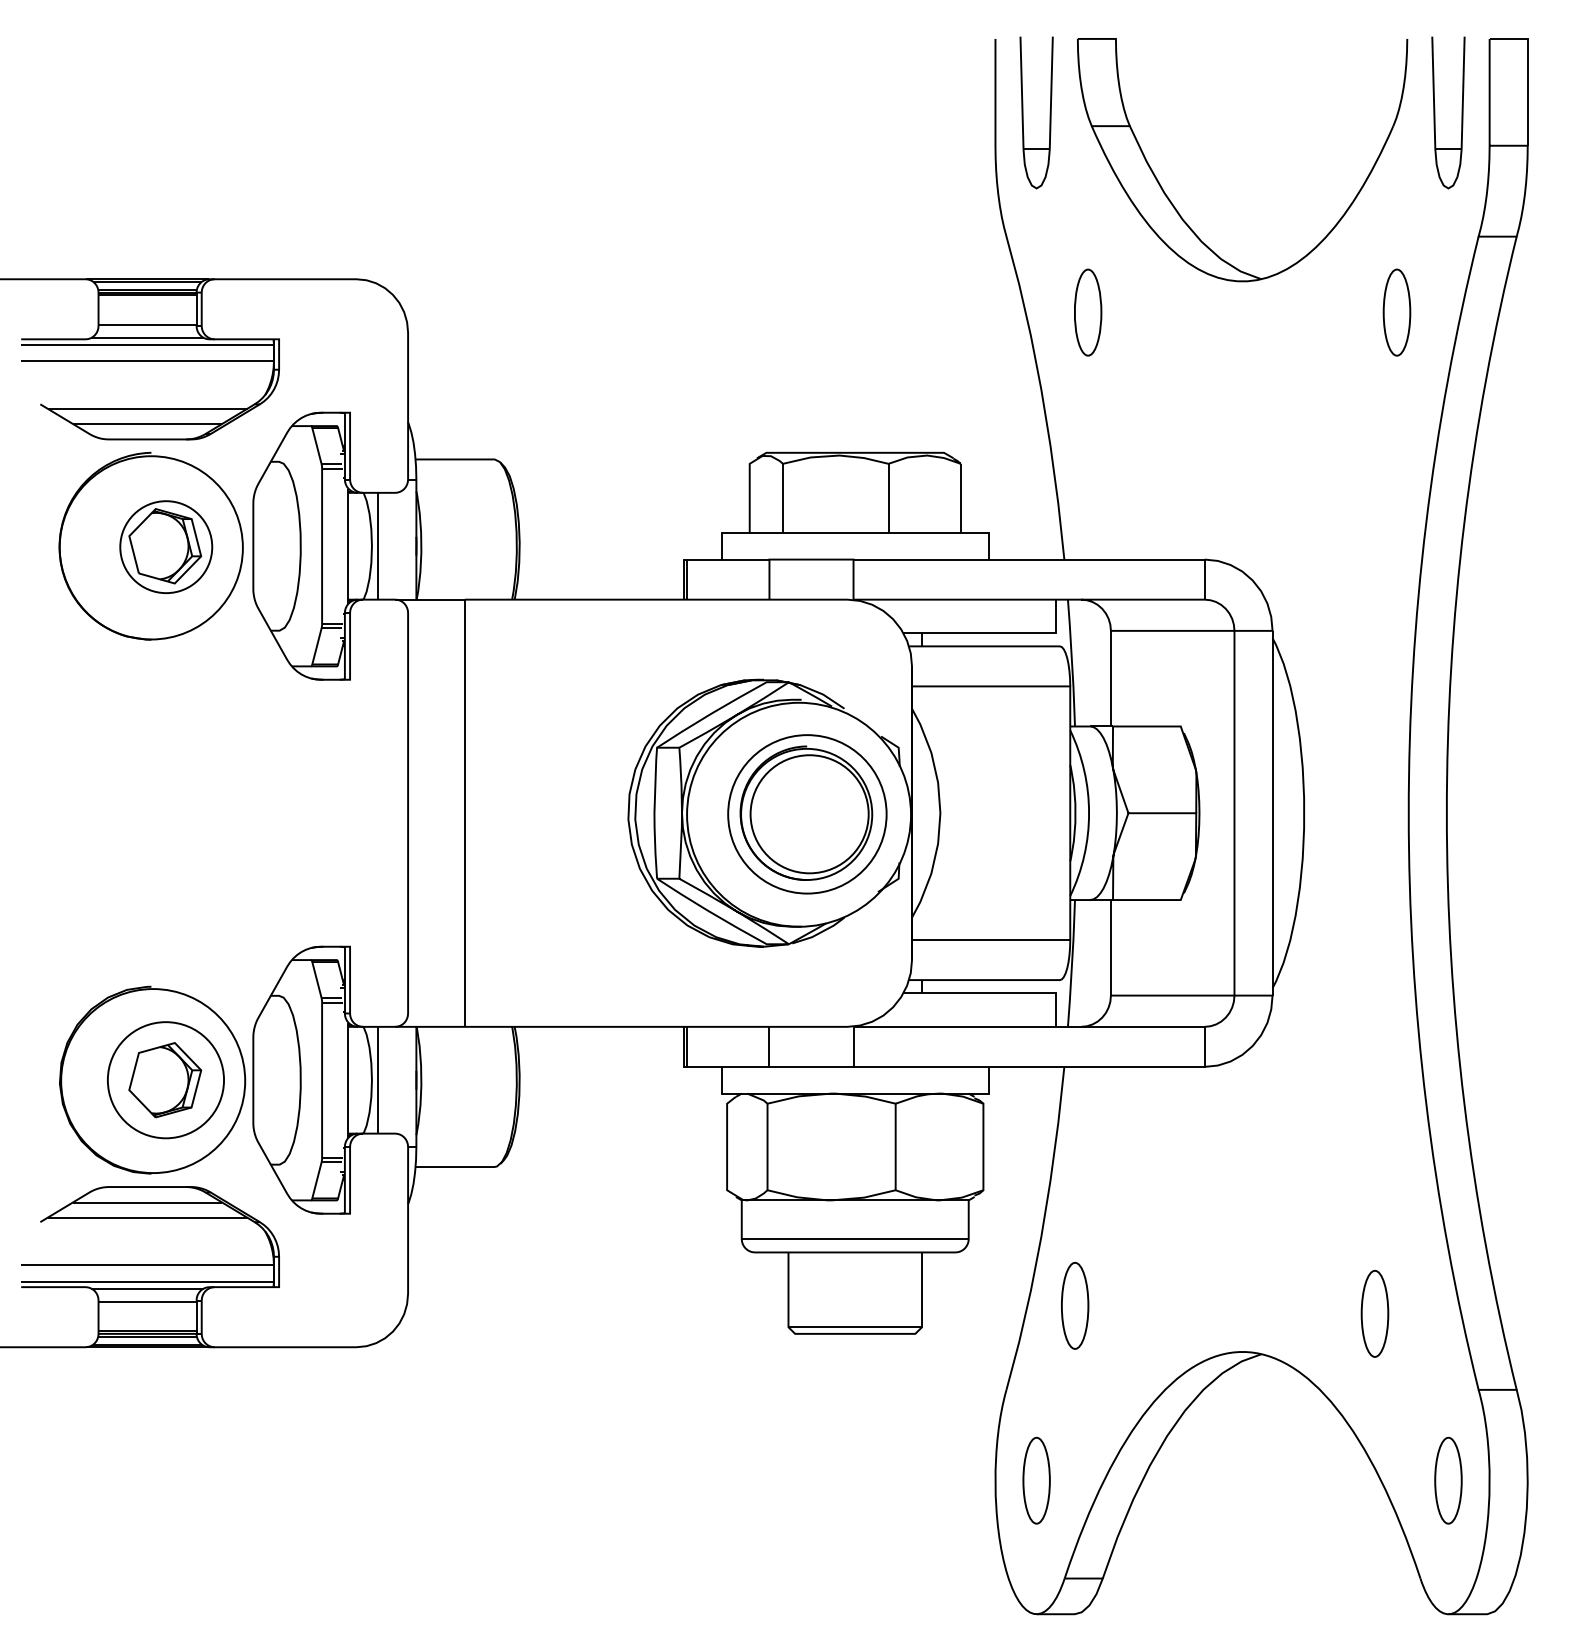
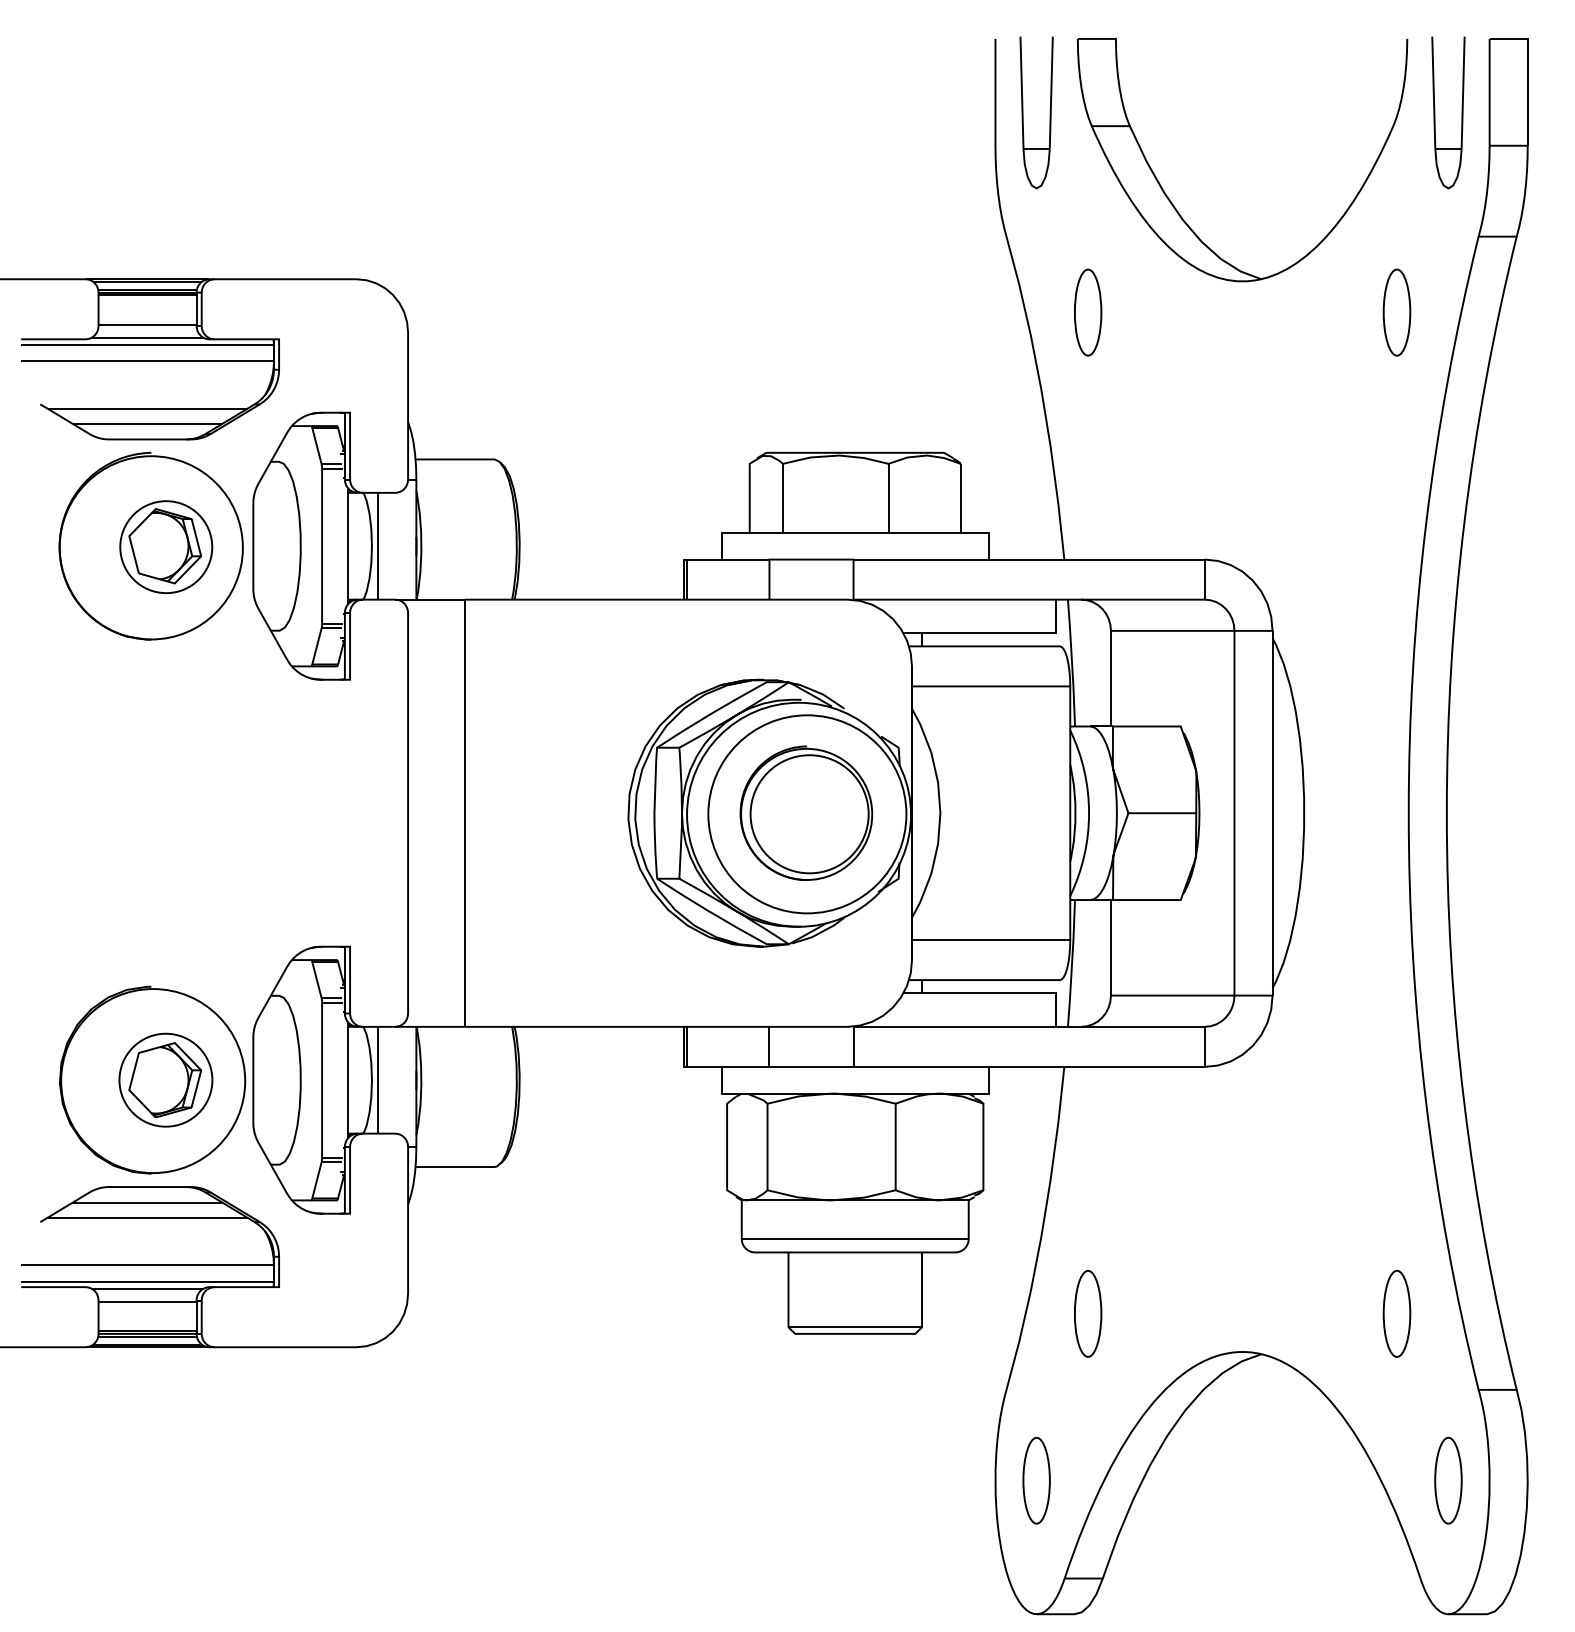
circle at (807, 814) diameter: 158 px -> 198 px
circle at (165, 1080) diameter: 116 px -> 93 px
part at (1075, 1305) position: (1075, 1305) -> (1088, 1313)
part at (1374, 1313) position: (1374, 1313) -> (1396, 1313)
